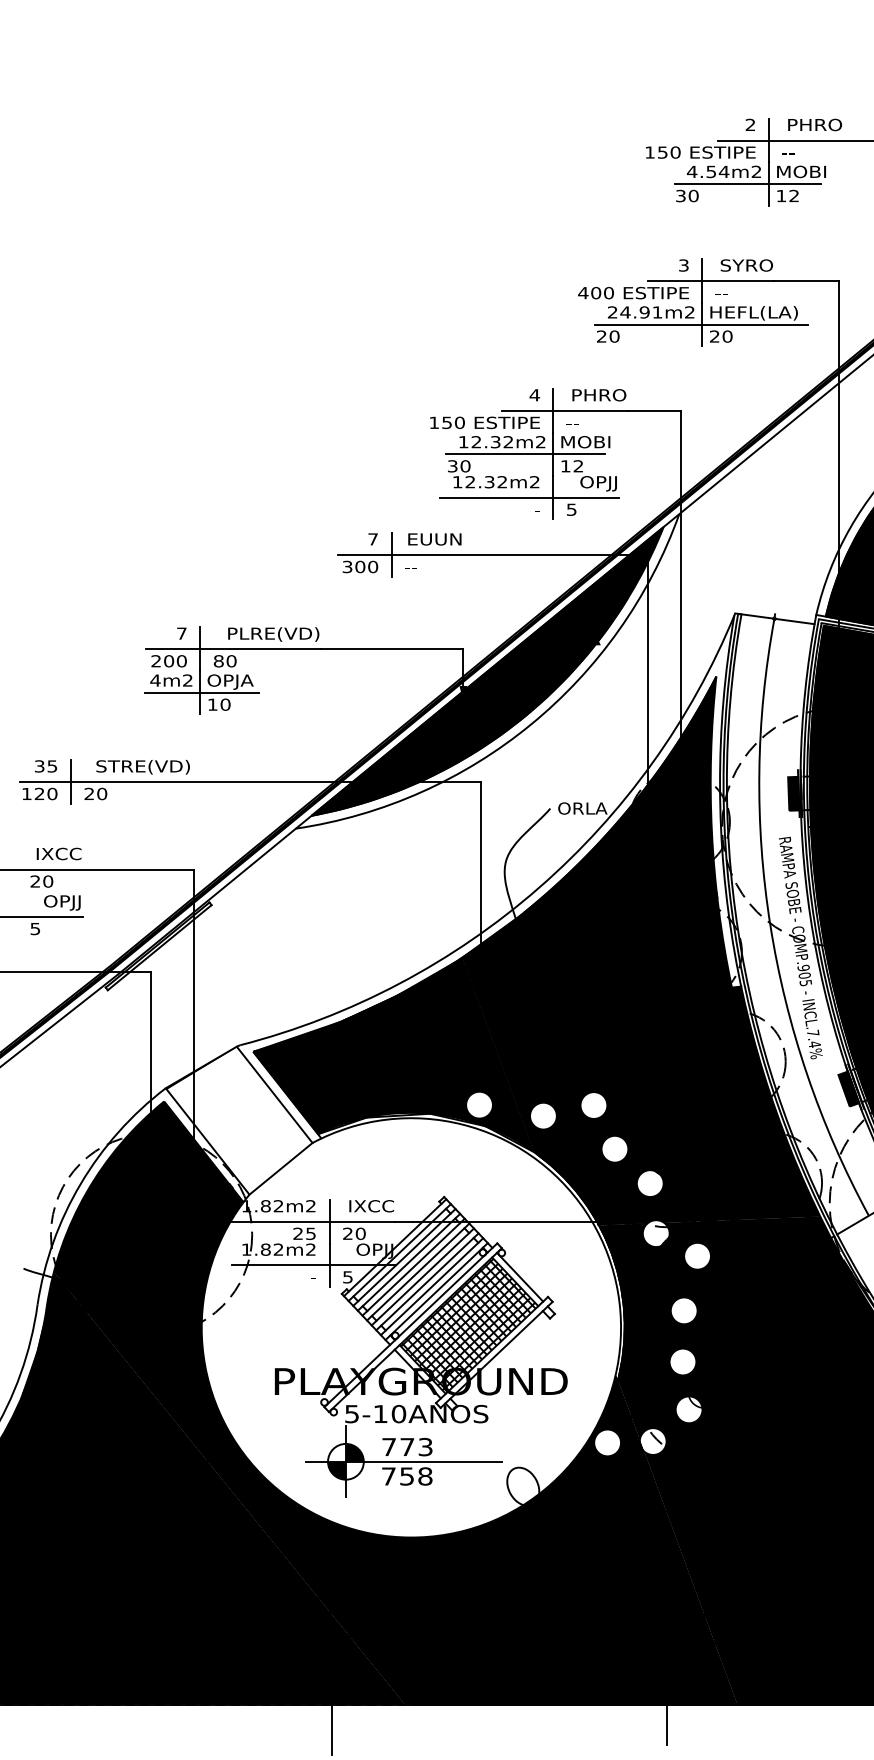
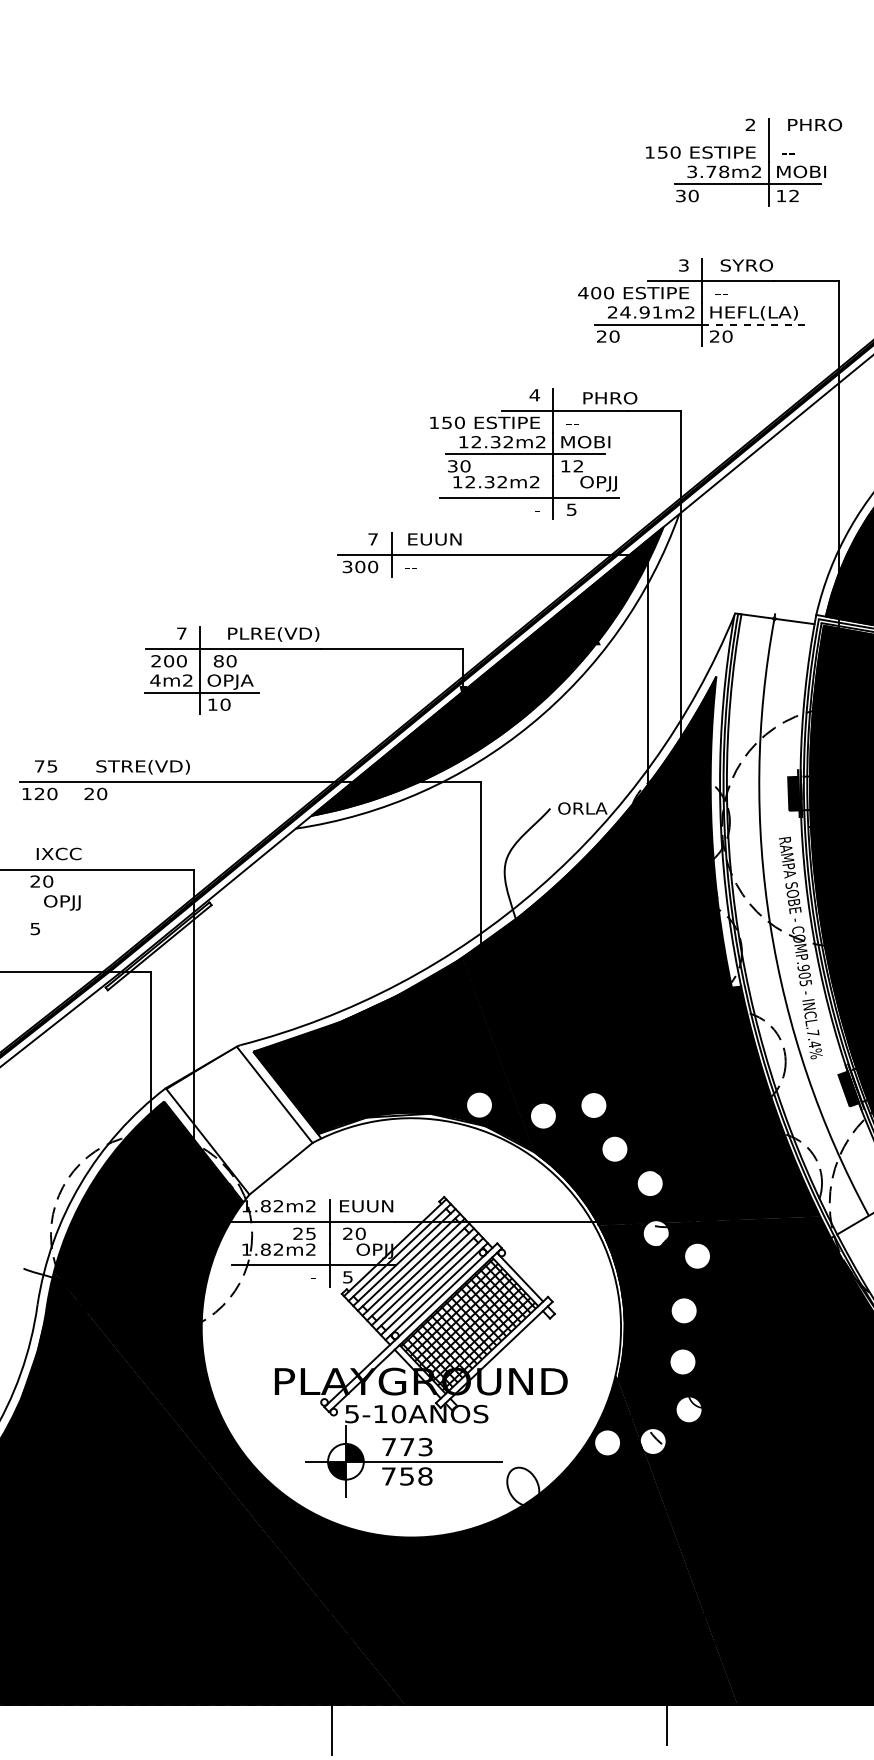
line at (794, 140): present -> none
text at (707, 171): 4.54m2 -> 3.78m2
line at (755, 324): solid -> dashed
text at (599, 395) position: (599, 395) -> (610, 398)
text at (39, 766): 35 -> 75
line at (70, 781): present -> none
line at (42, 916): present -> none
text at (367, 1206): IXCC -> EUUN
